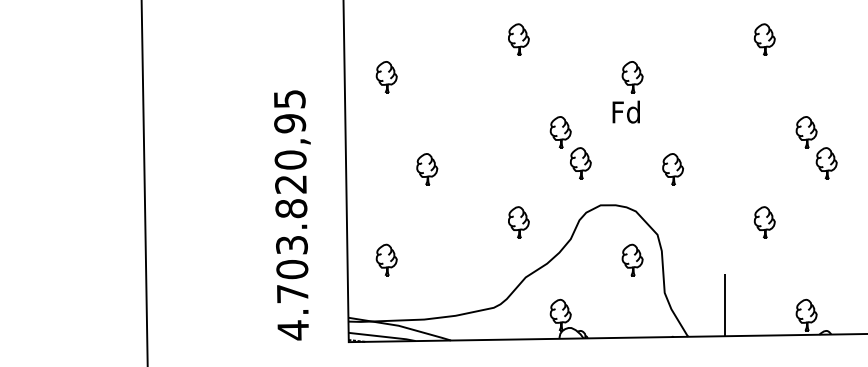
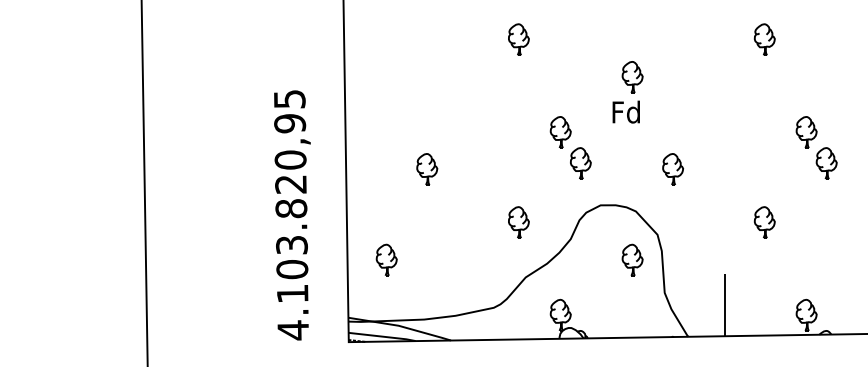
part at (386, 77): present -> none
text at (292, 294): 4.703.820,95 -> 4.103.820,95
